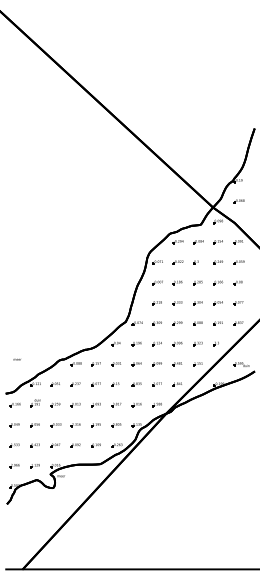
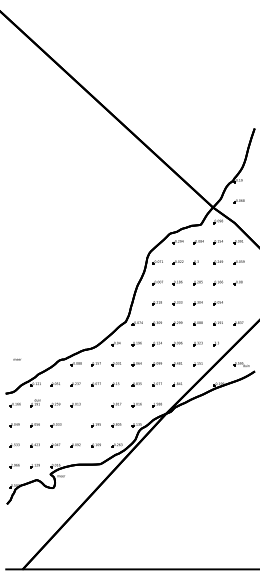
part at (238, 303): present -> none
part at (95, 405): present -> none
part at (75, 425): present -> none
